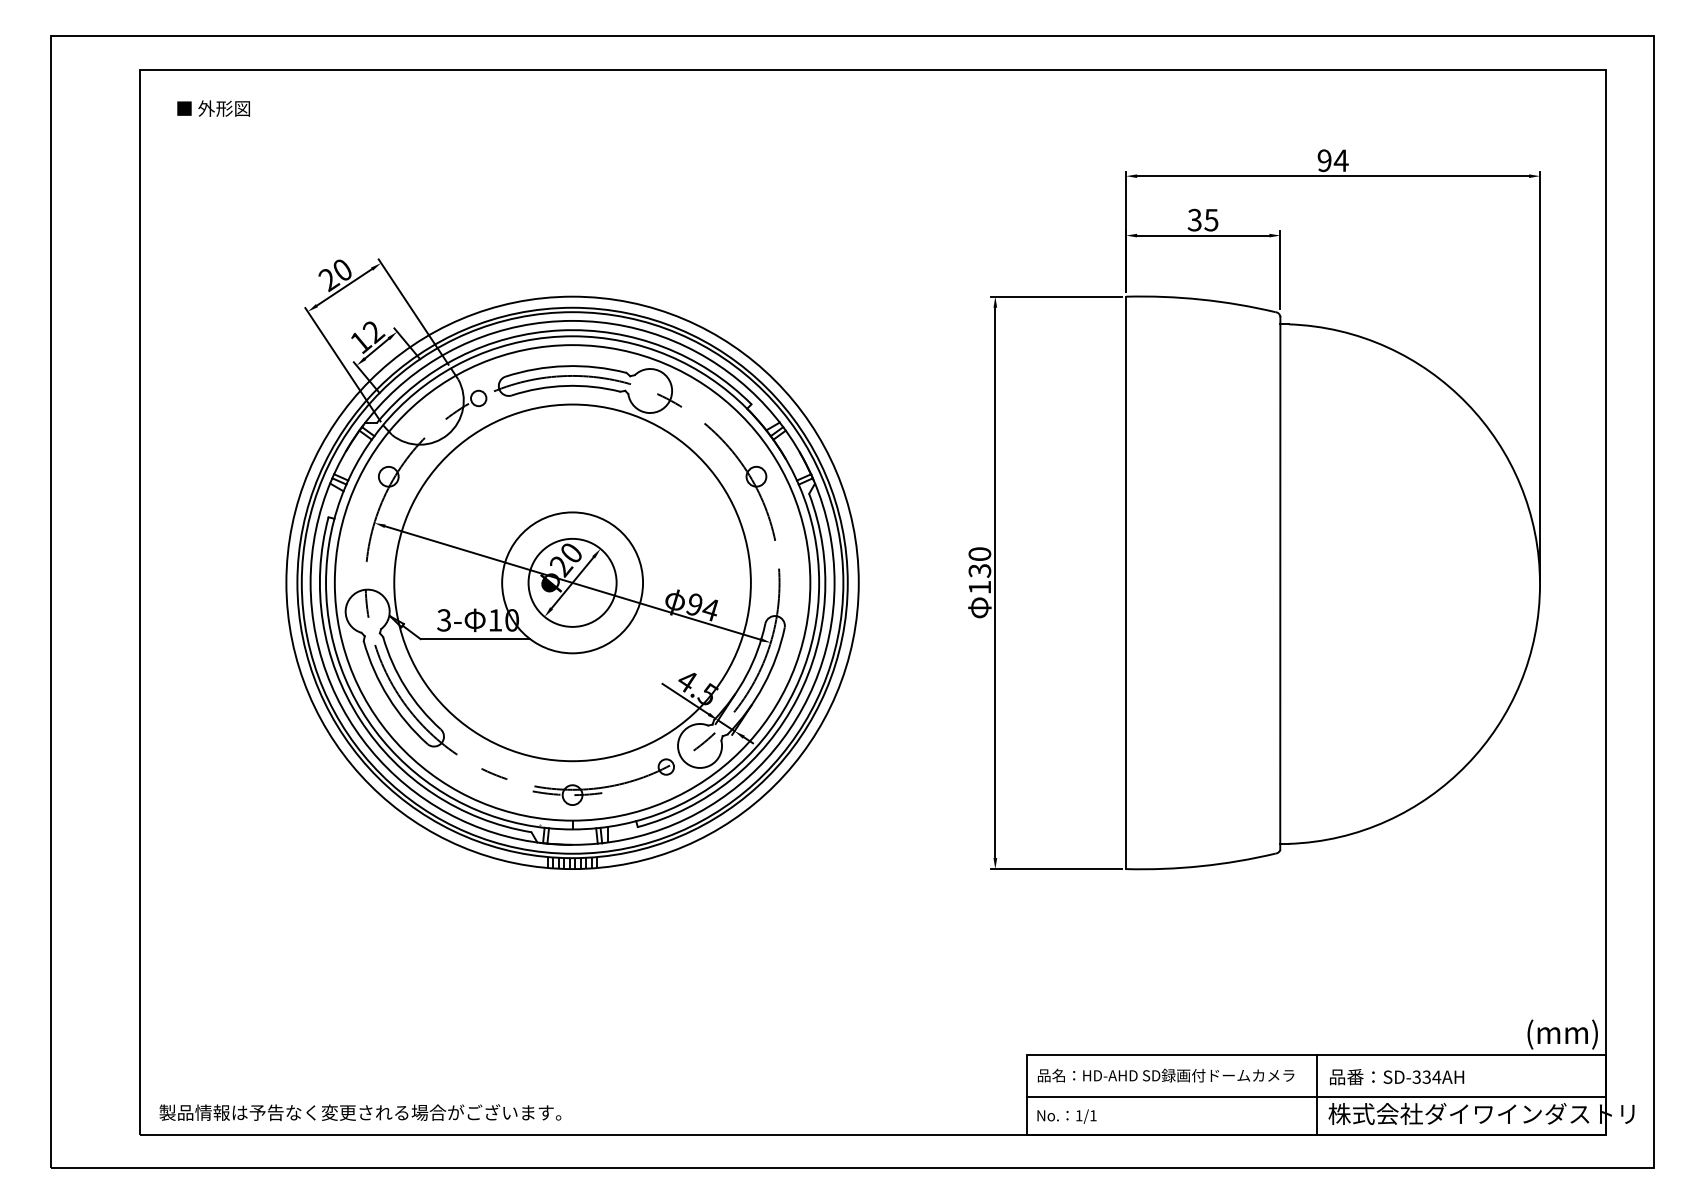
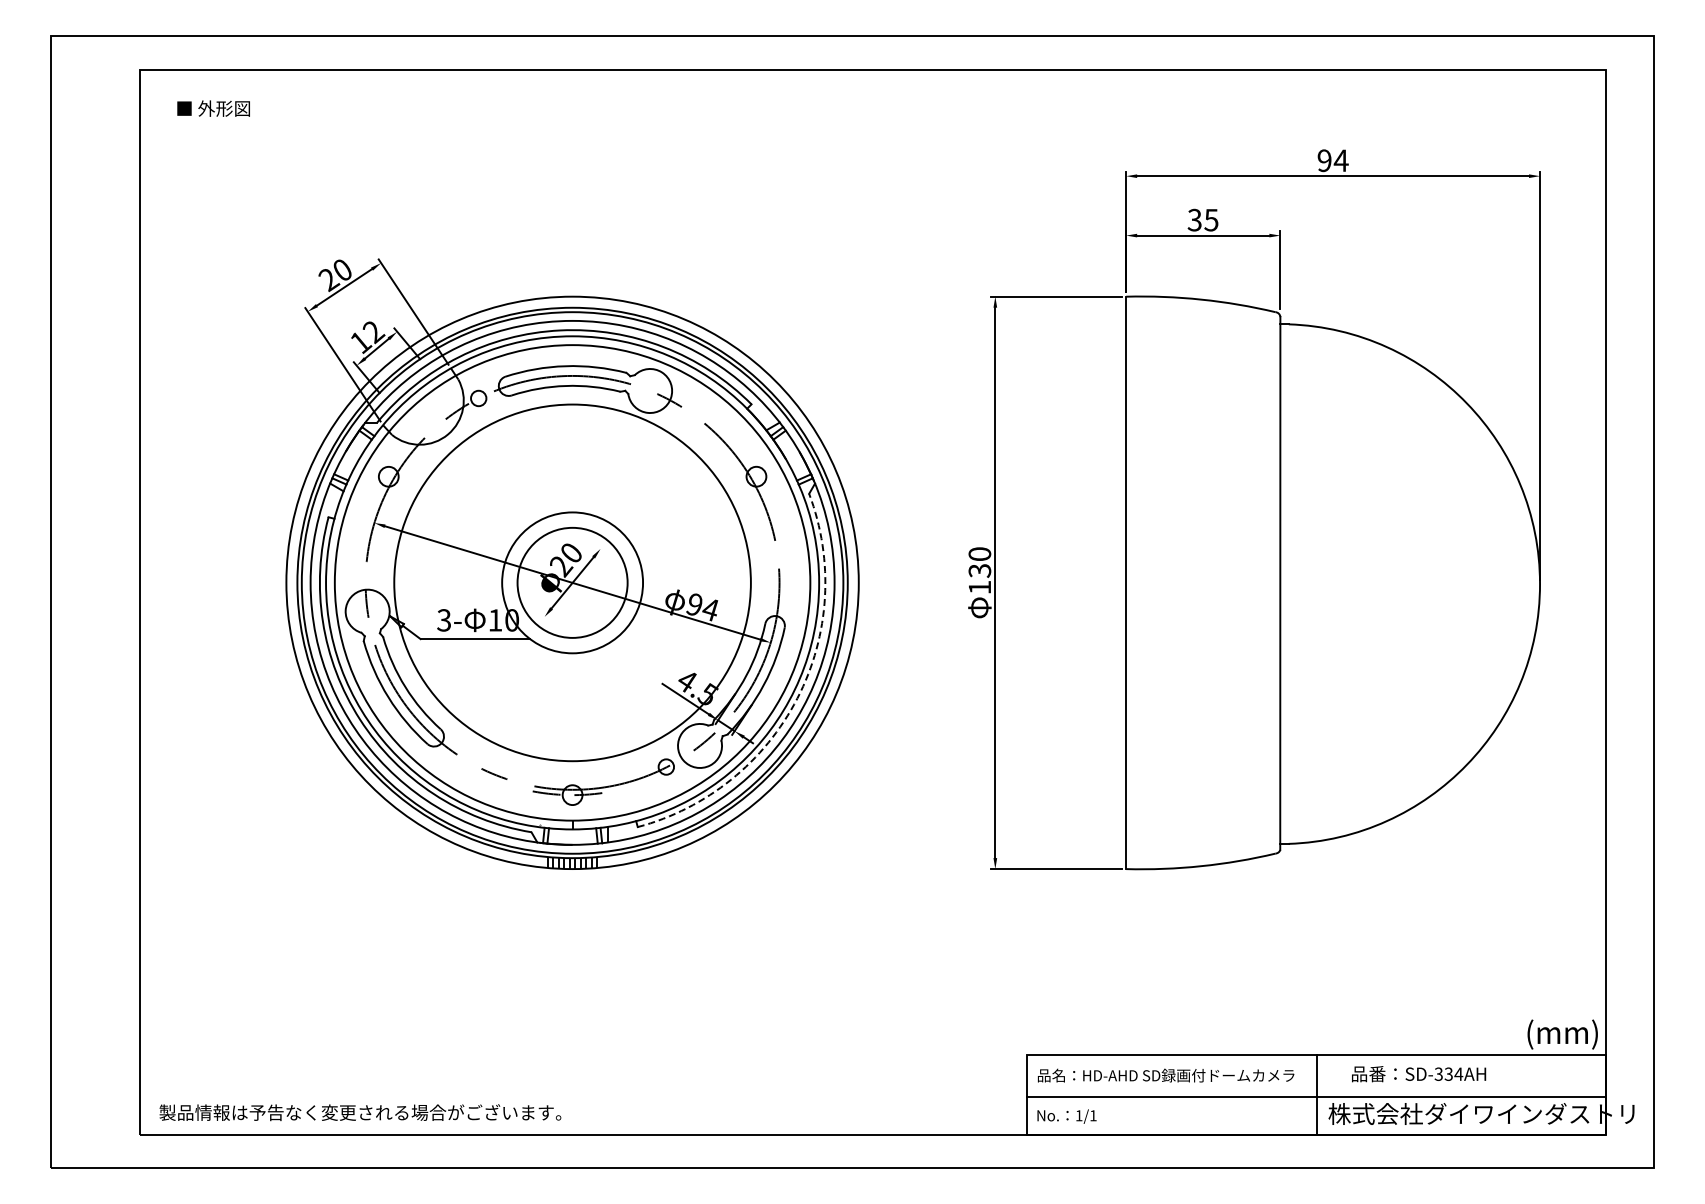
circle at (572, 582) diameter: 88 px -> 110 px
arc at (797, 698): solid -> dashed
text at (1397, 1077) position: (1397, 1077) -> (1419, 1074)
